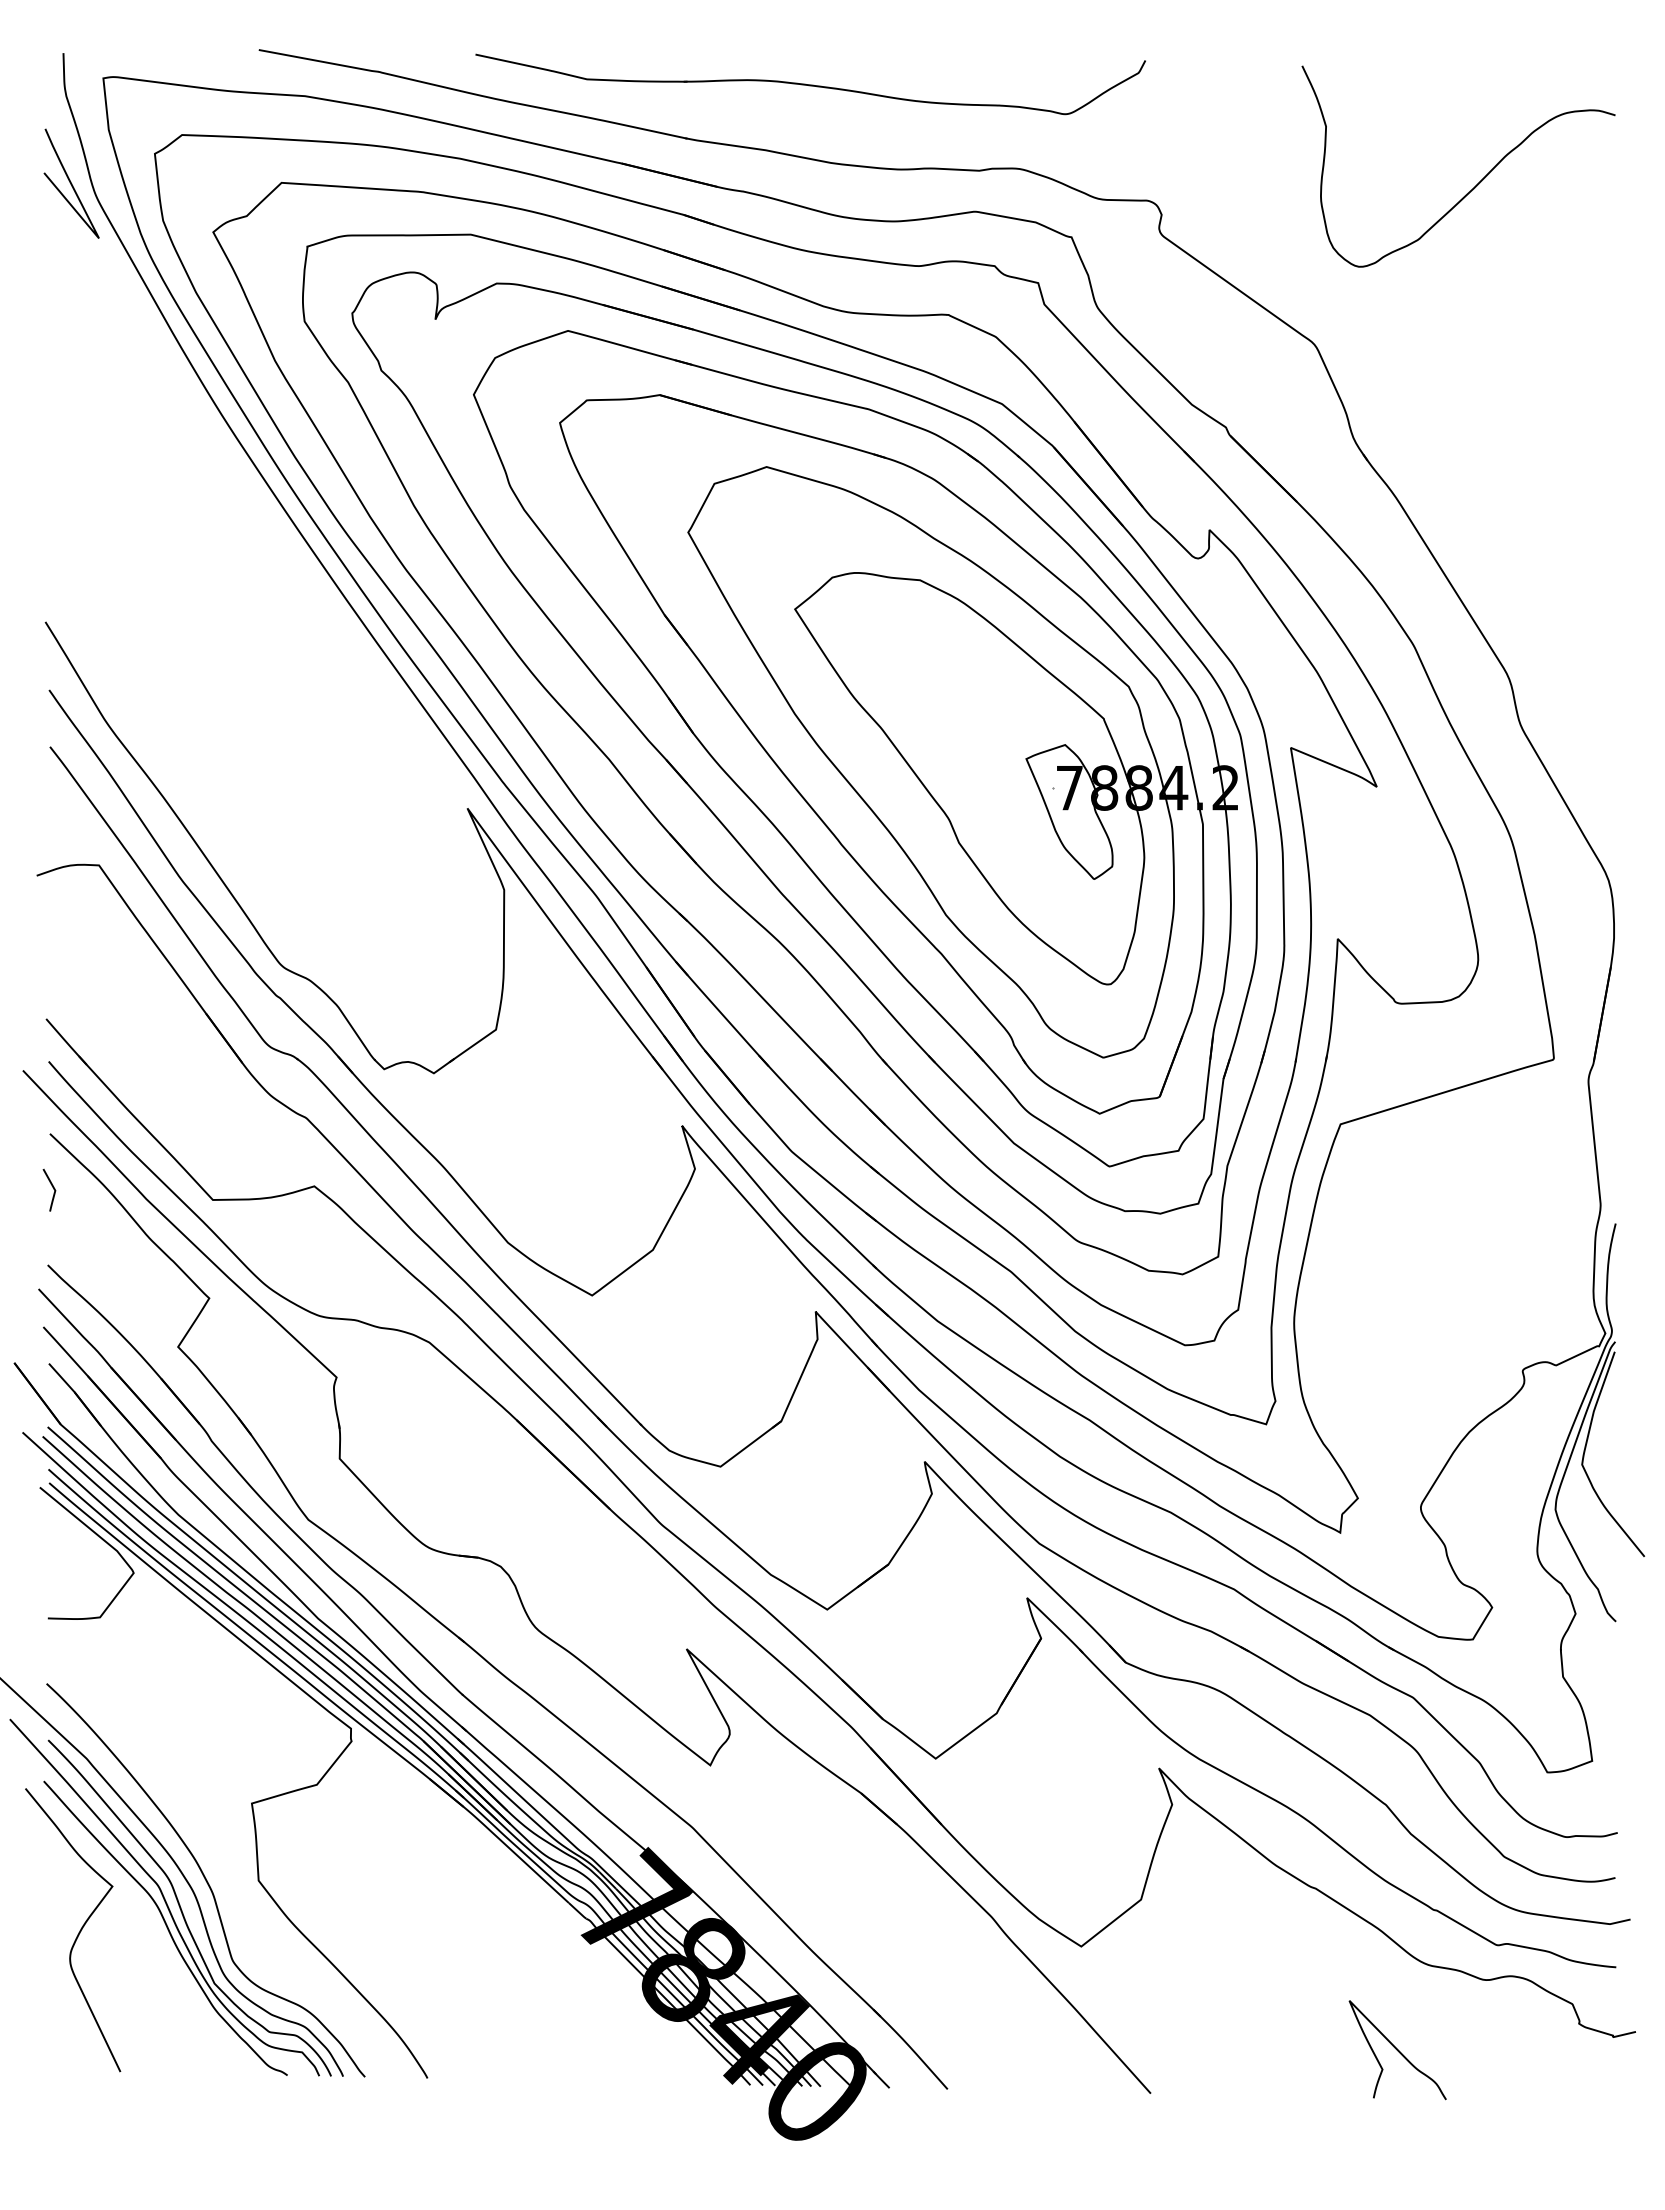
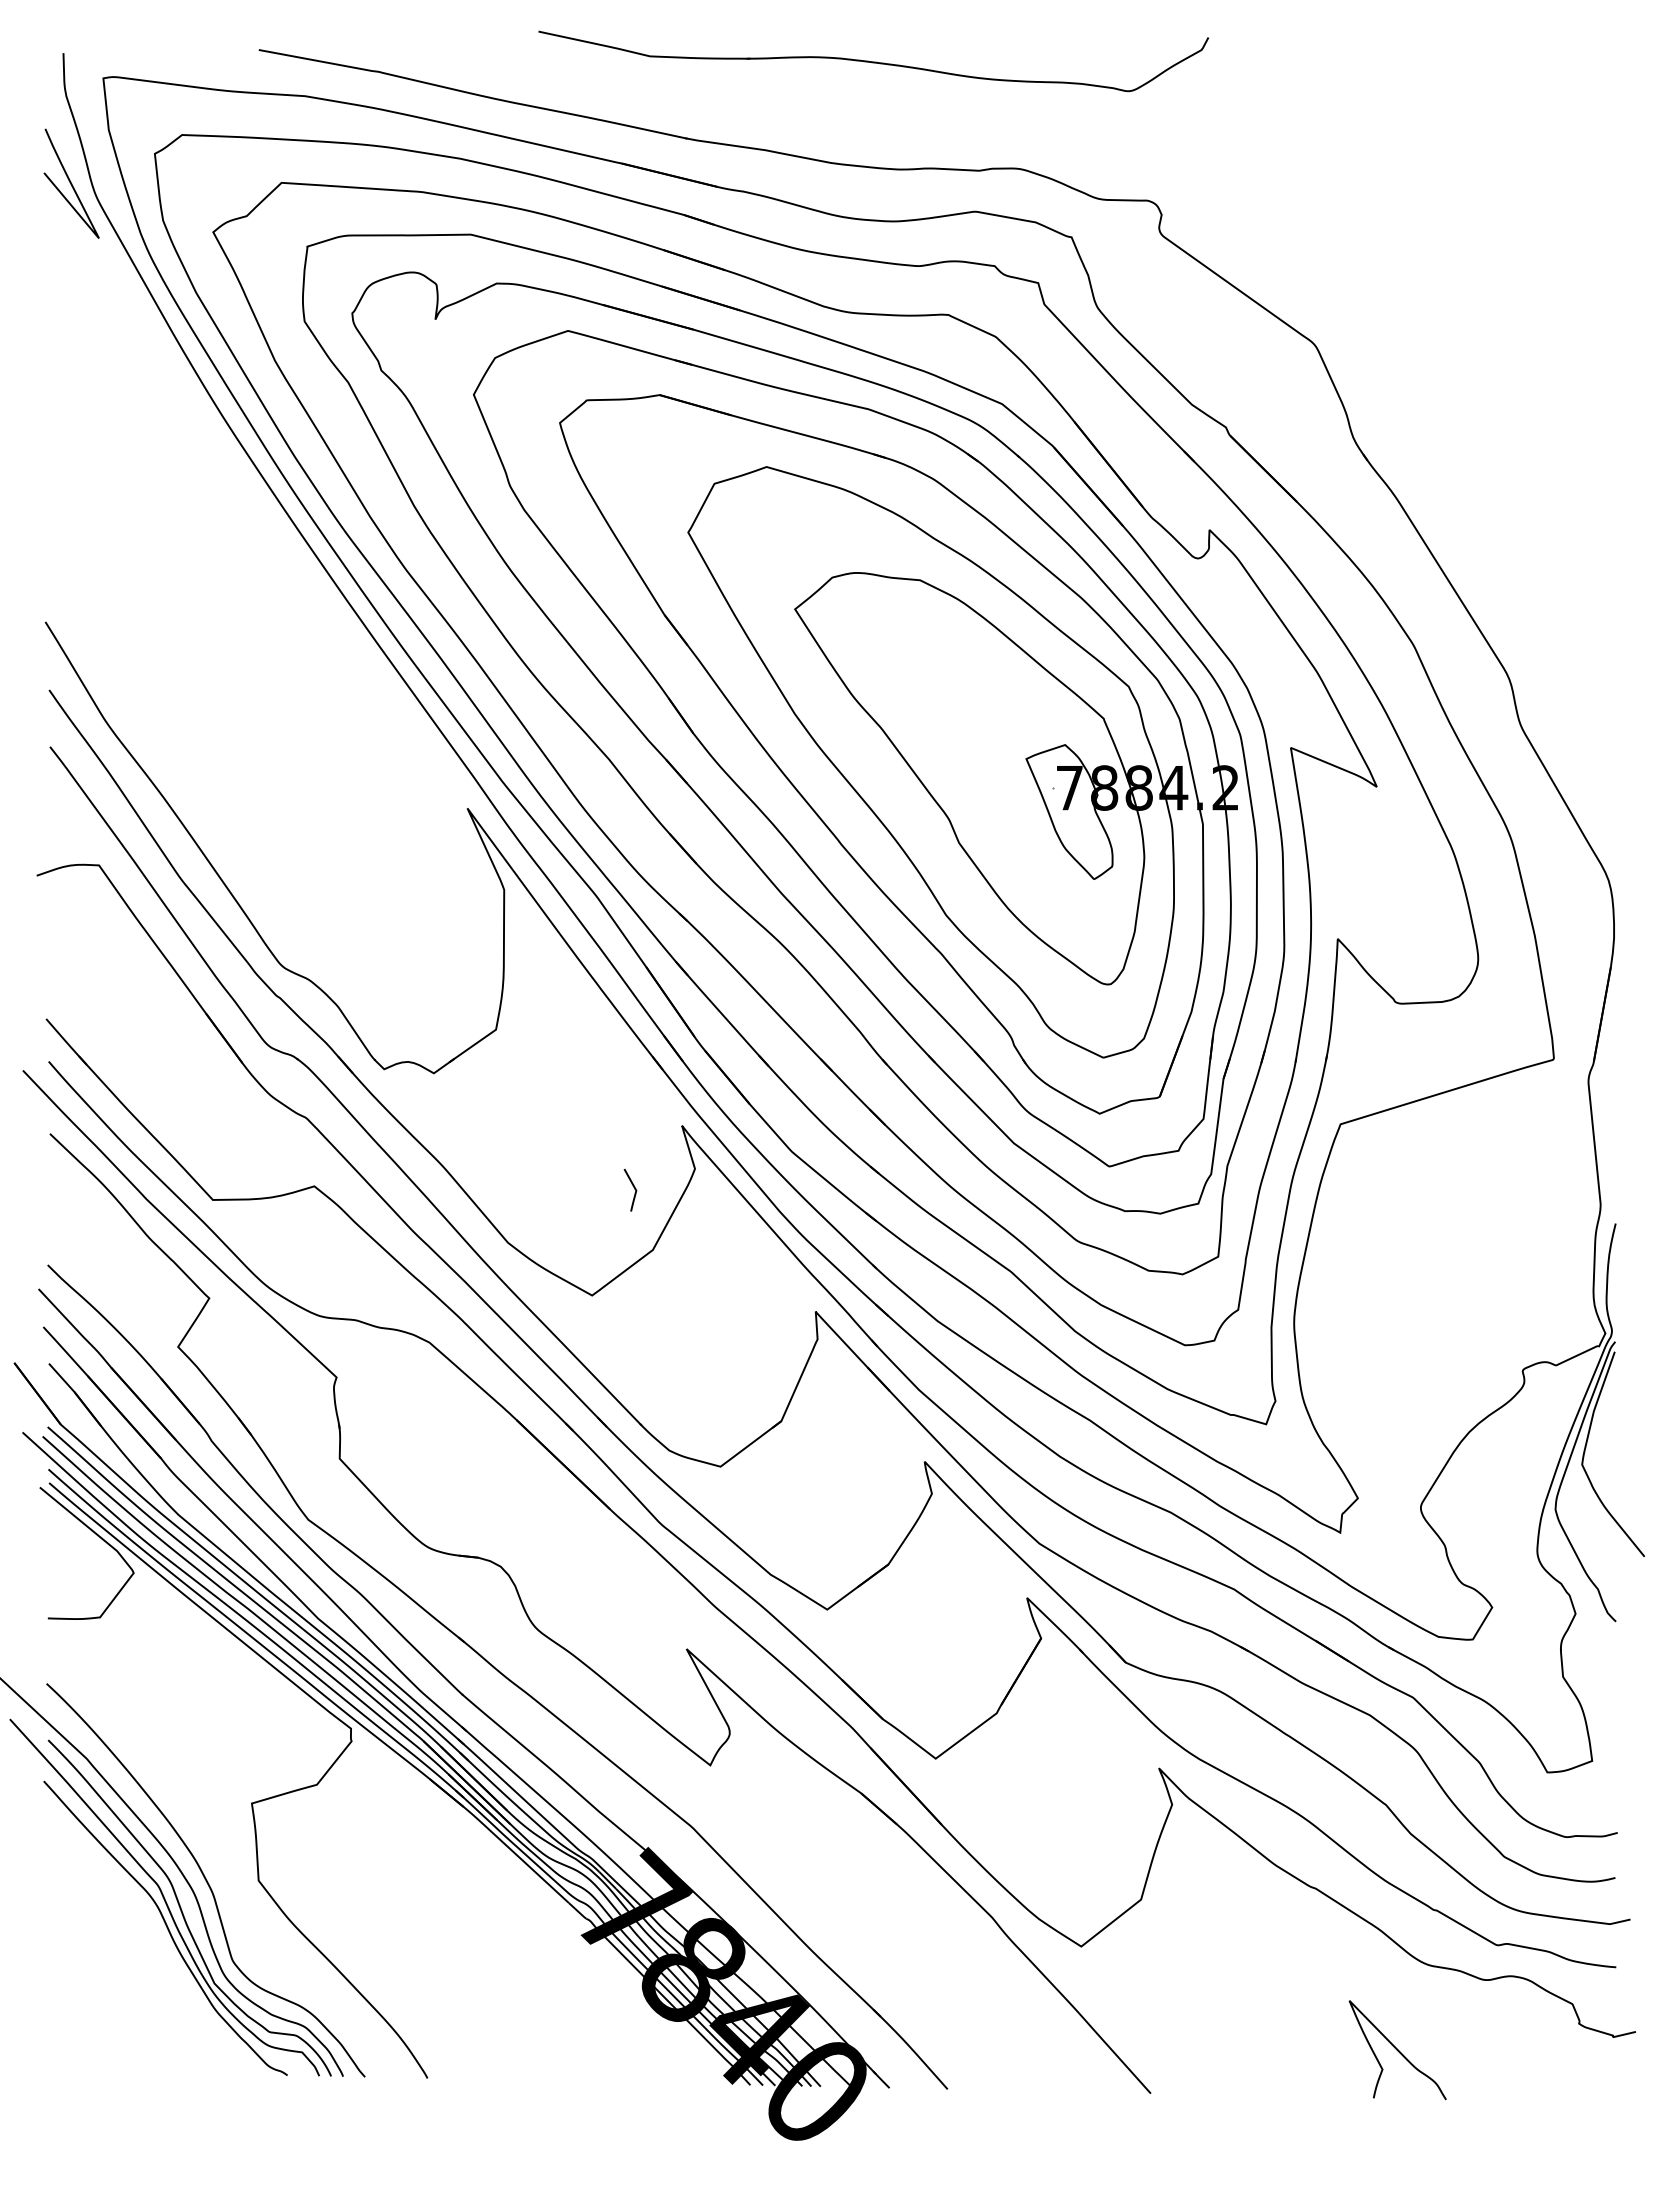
part at (810, 84) position: (810, 84) -> (873, 61)
curve at (1476, 184): present -> none
line at (52, 1187) position: (52, 1187) -> (633, 1187)
curve at (78, 1932): present -> none
